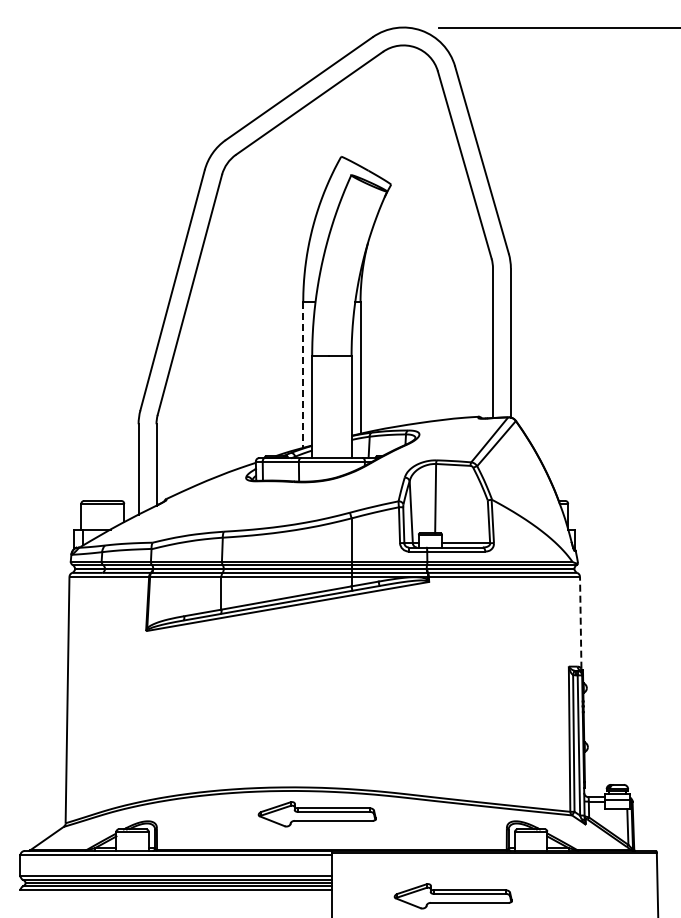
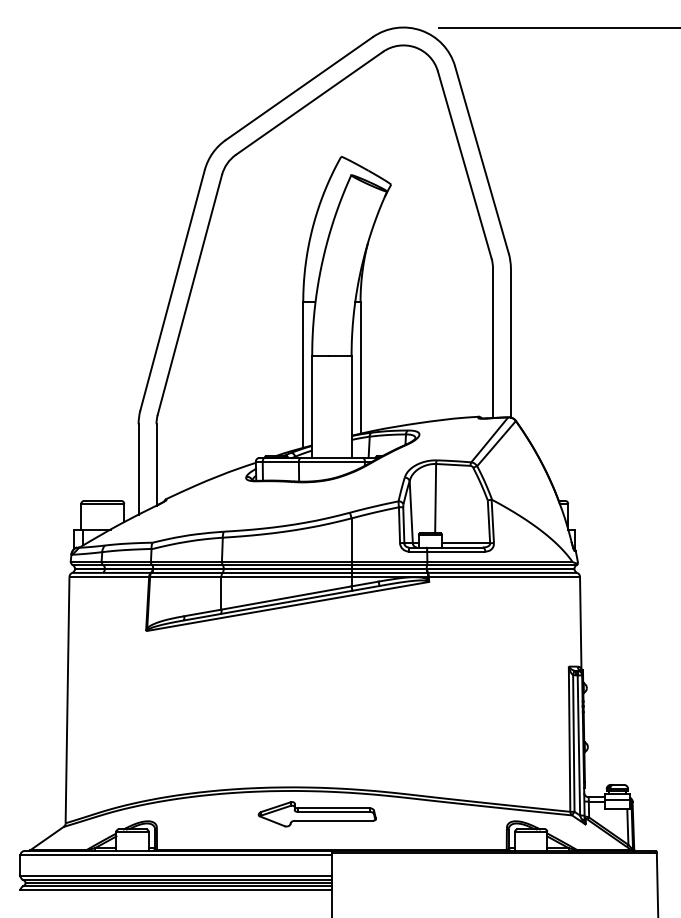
line at (303, 375): dashed -> solid
line at (580, 622): dashed -> solid
part at (452, 896): present -> none
